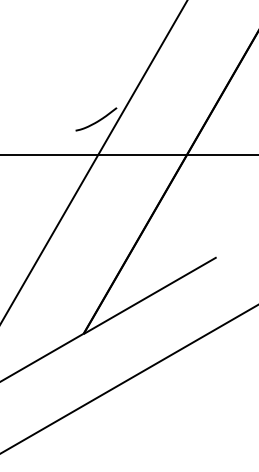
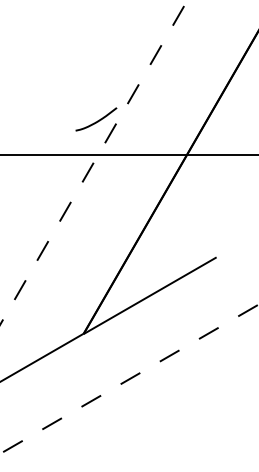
line at (93, 163): solid -> dashed
line at (129, 378): solid -> dashed
